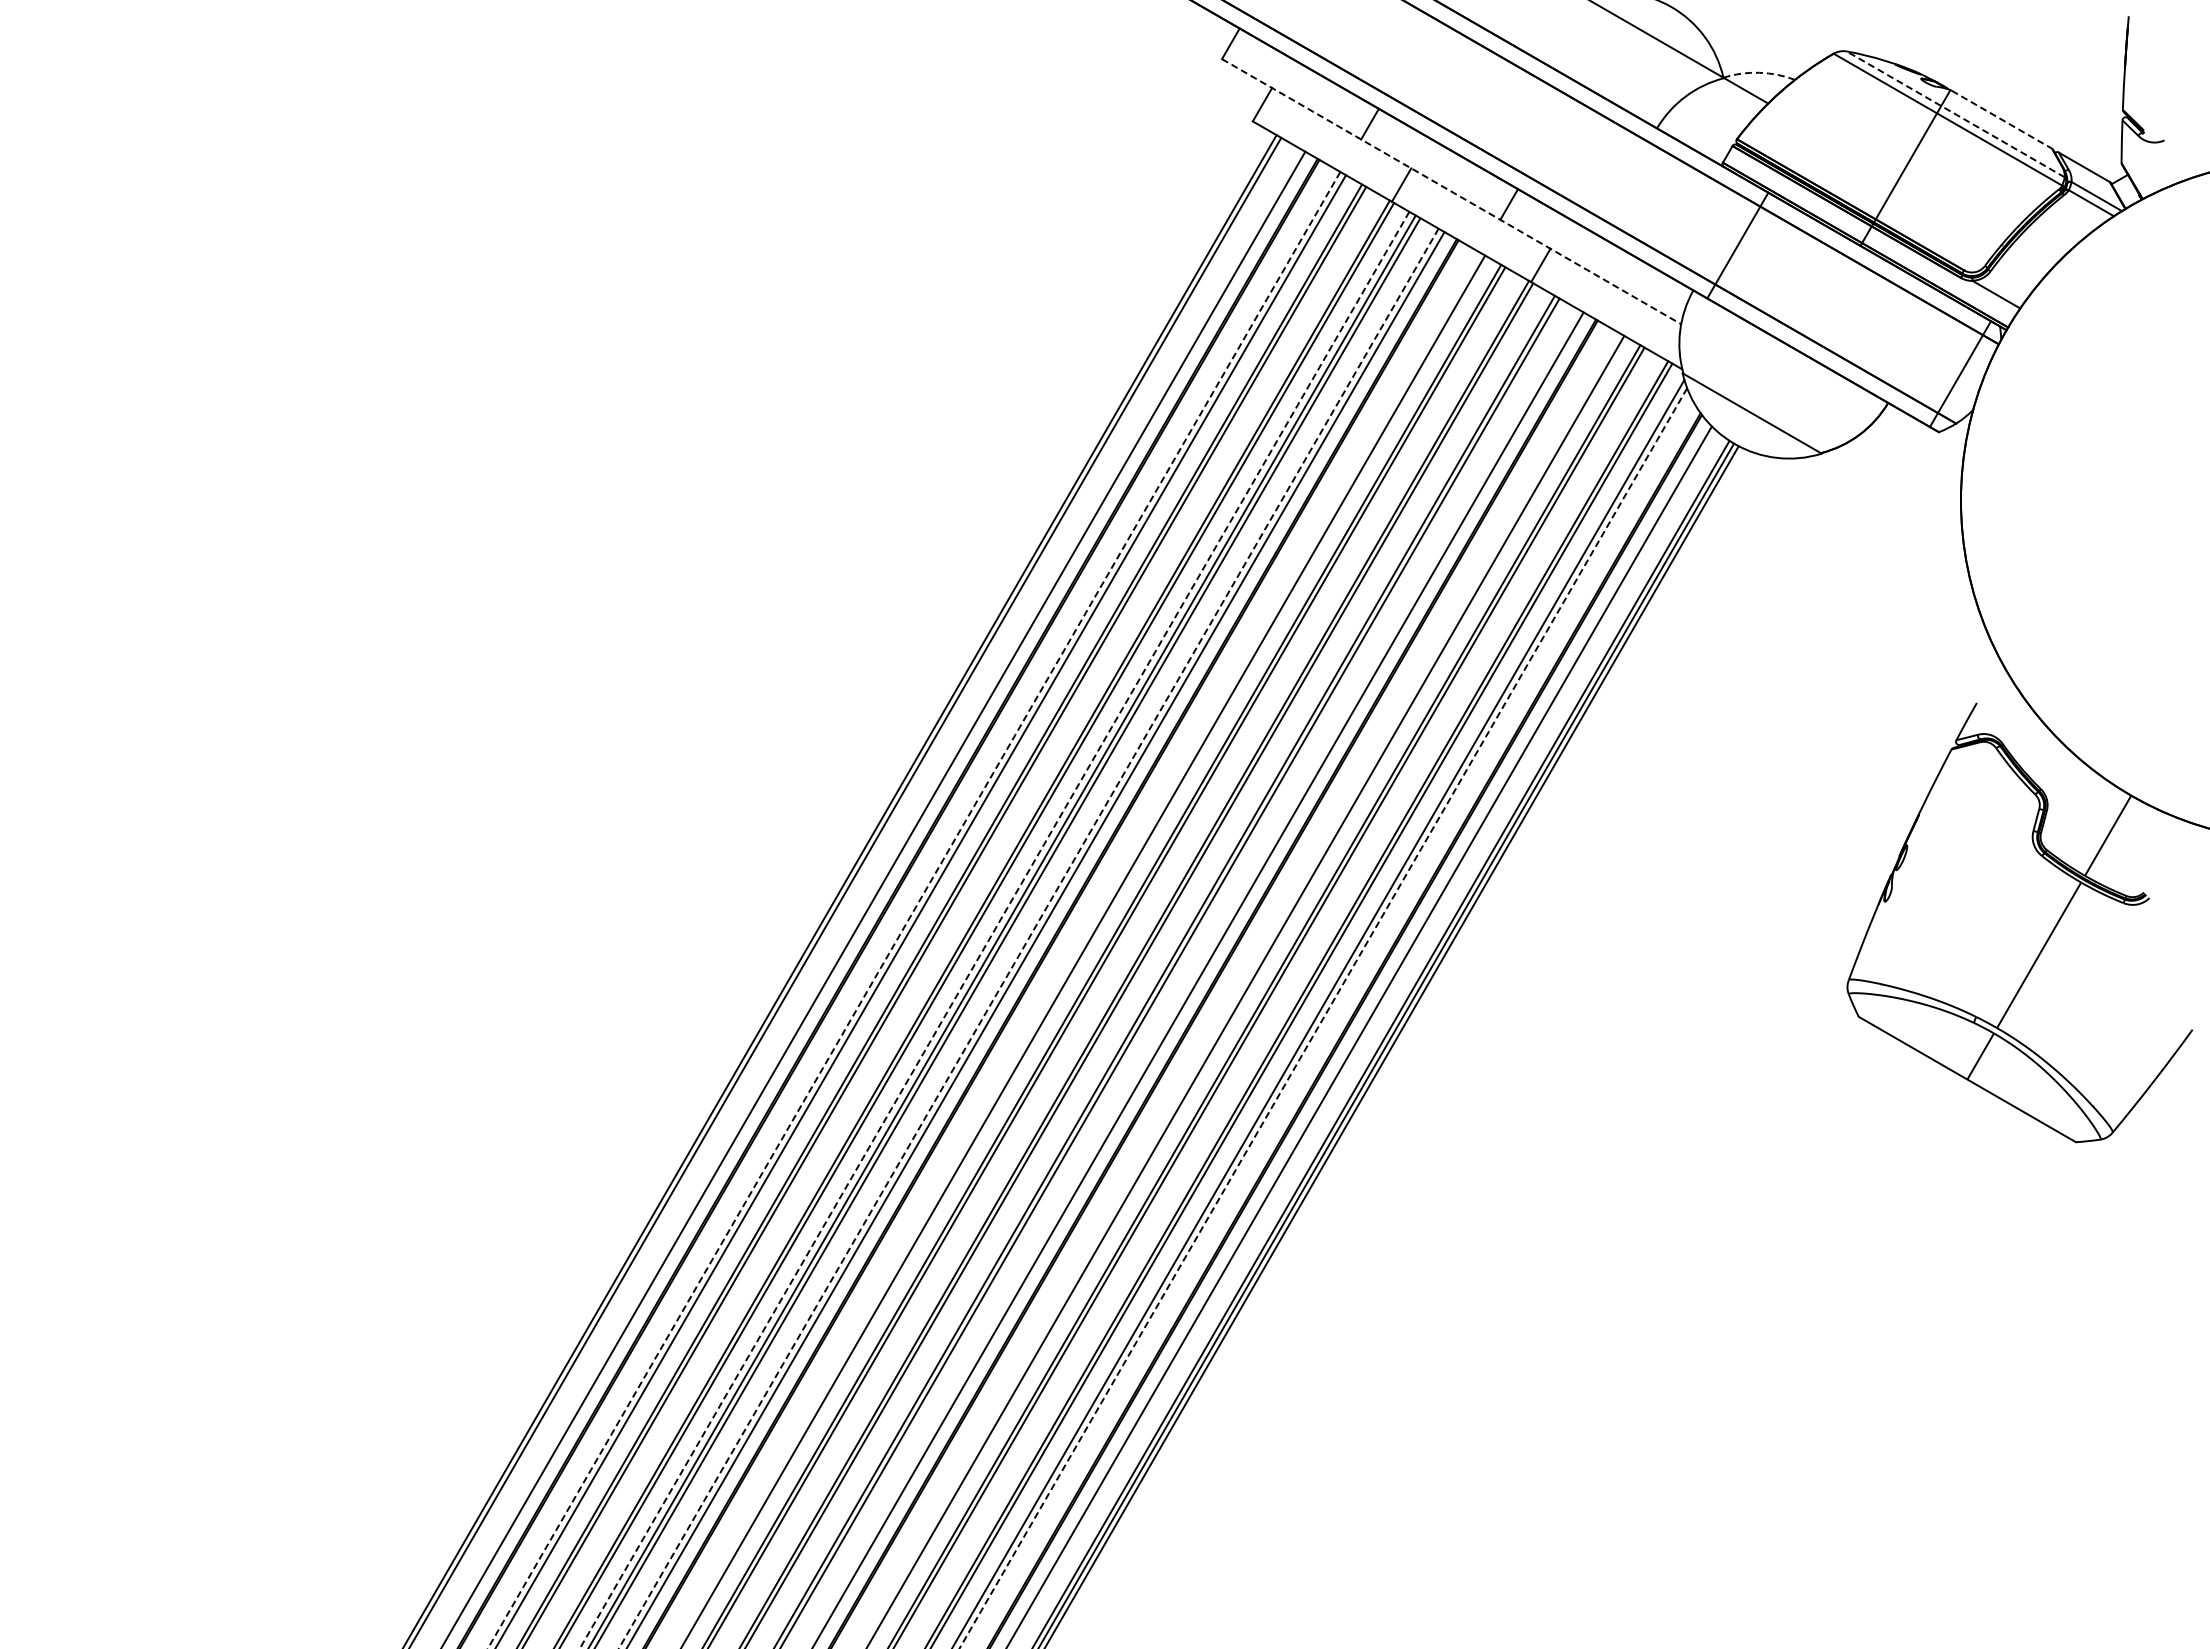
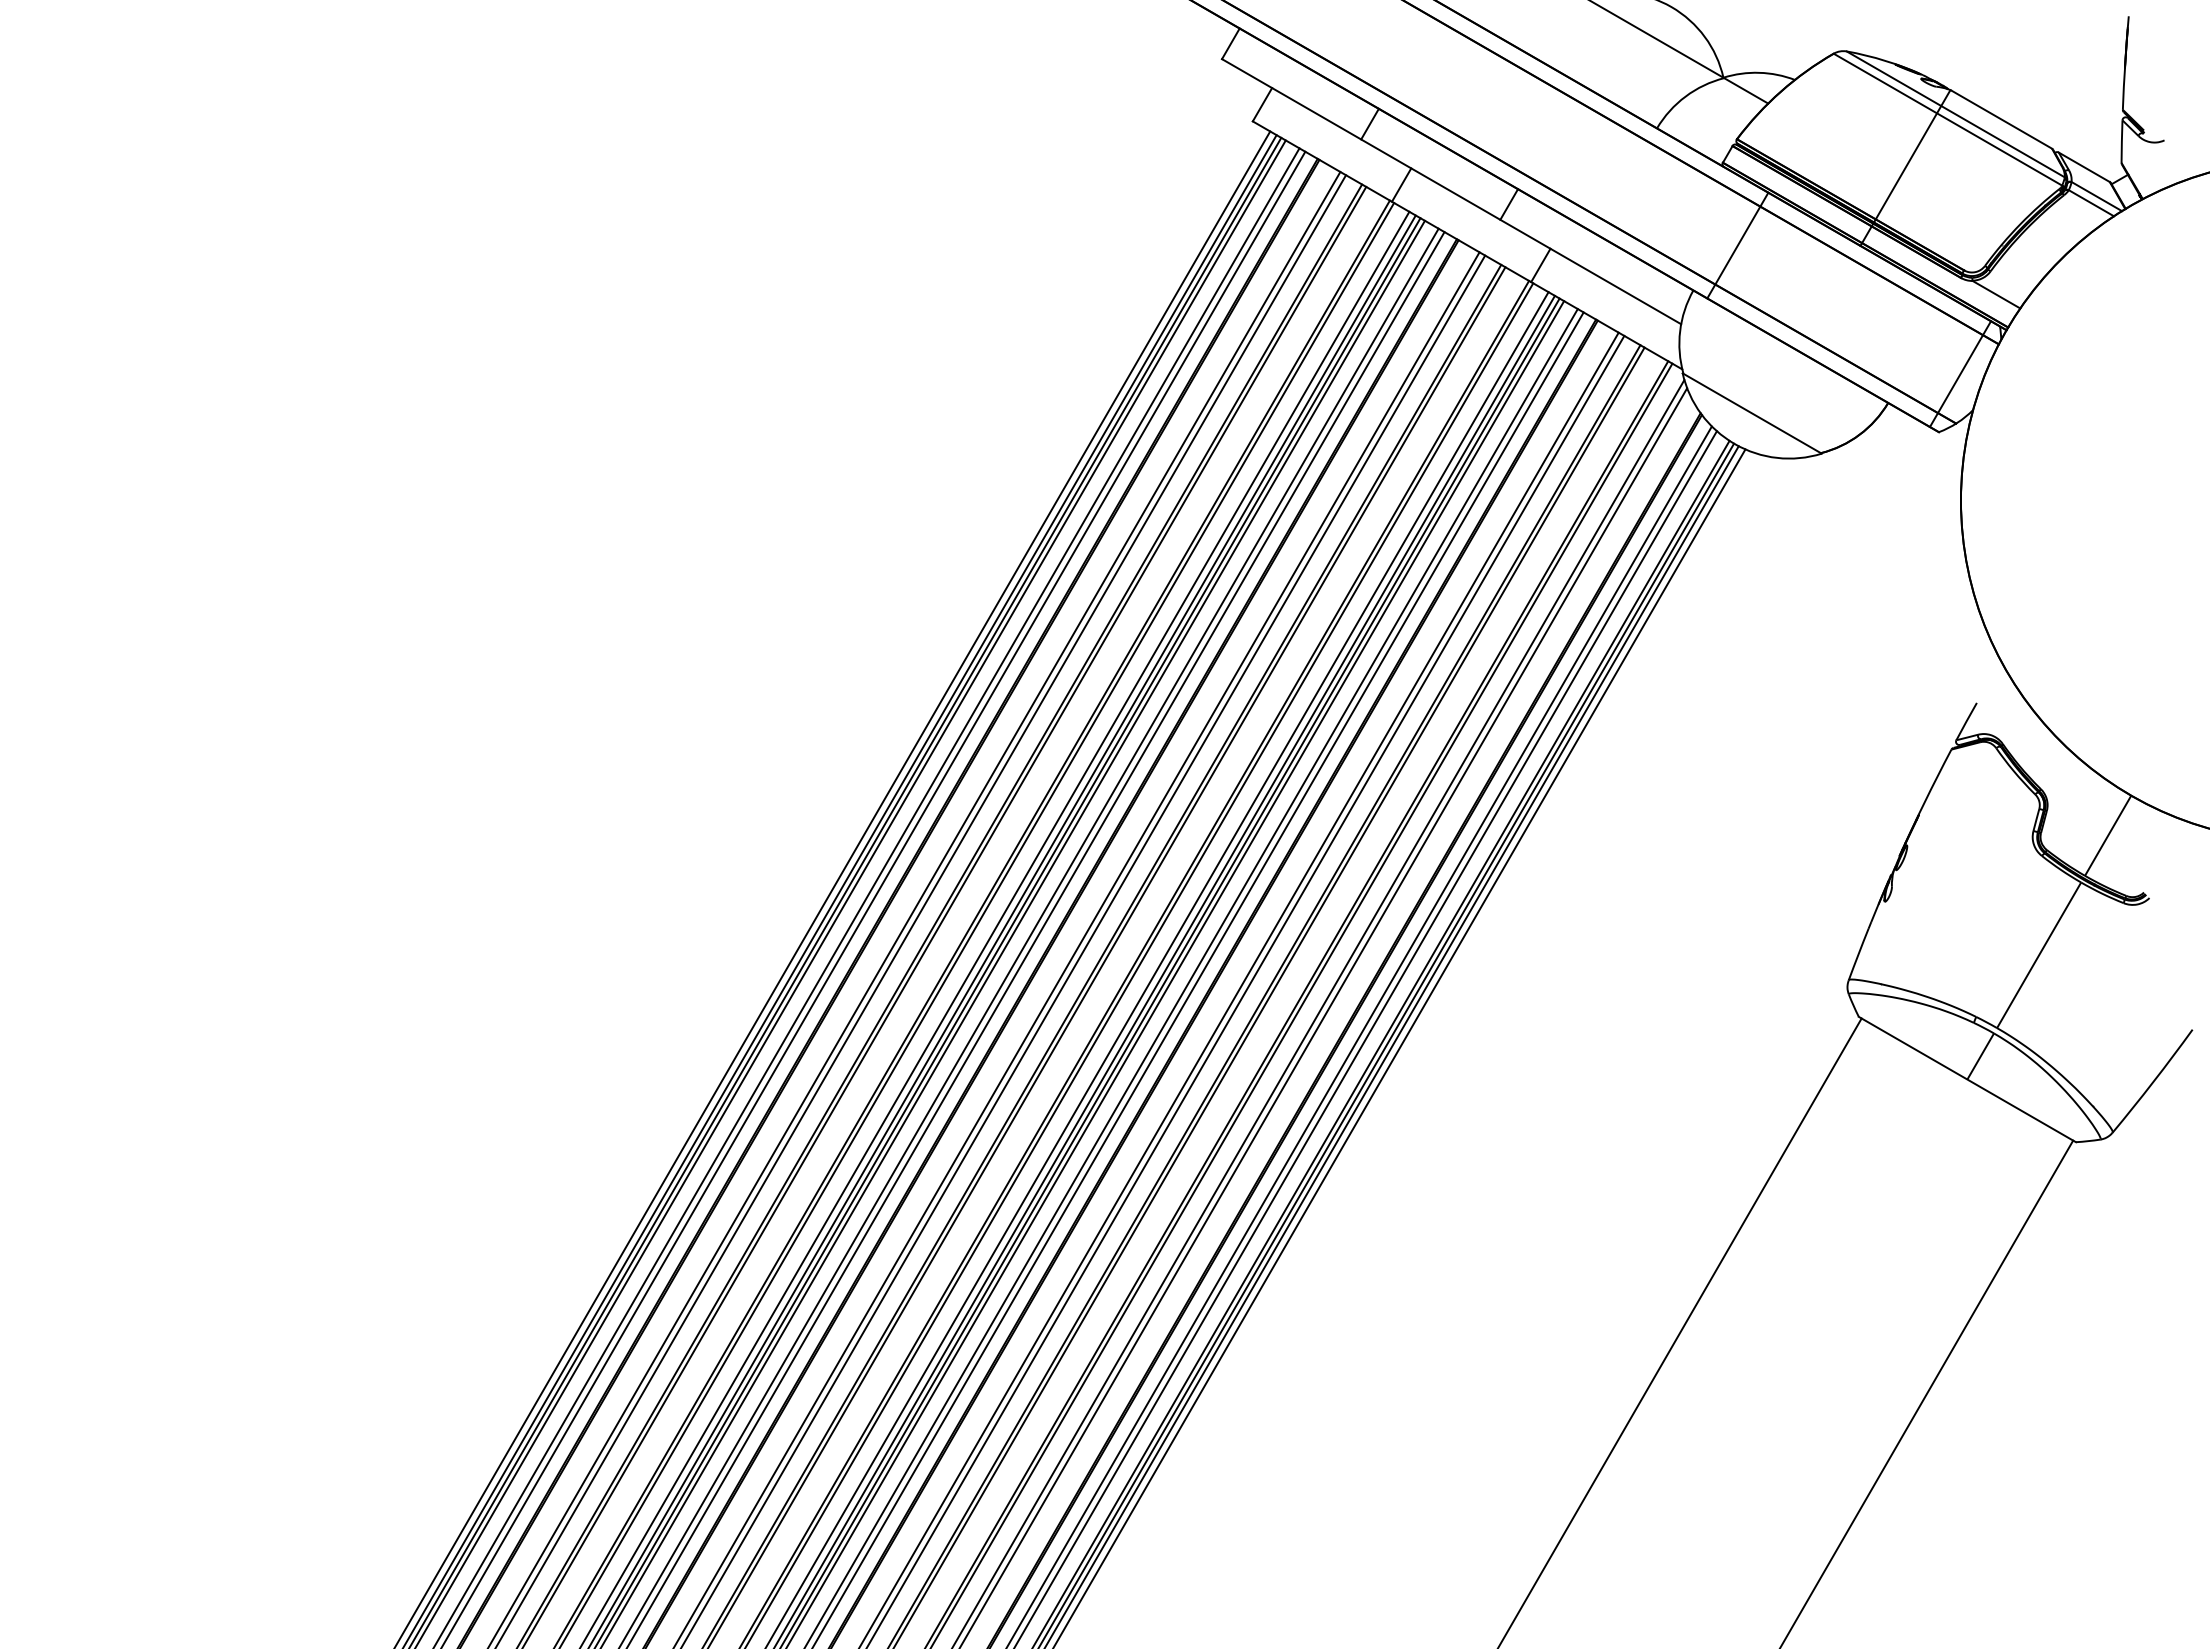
arc at (1759, 72): dashed -> solid
line at (1955, 114): dashed -> solid
line at (2001, 119): dashed -> solid
line at (1452, 191): dashed -> solid
line at (833, 888): none -> present
line at (850, 892): none -> present
line at (866, 896): none -> present
line at (914, 910): dashed -> solid
line at (994, 929): dashed -> solid
line at (1013, 932): none -> present
line at (1028, 939): dashed -> solid
line at (1076, 948): none -> present
line at (1157, 968): none -> present
line at (1176, 973): none -> present
line at (1191, 977): none -> present
line at (1239, 988): none -> present
line at (1323, 1018): dashed -> solid
line at (1365, 1038): none -> present
line at (1399, 1047): none -> present
line at (1680, 1331): none -> present
line at (1927, 1392): none -> present
